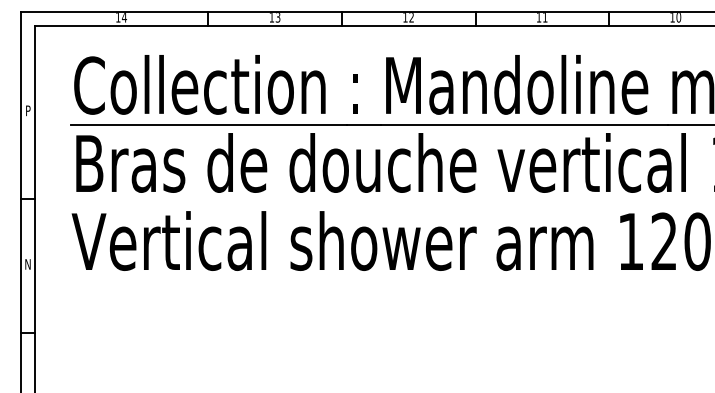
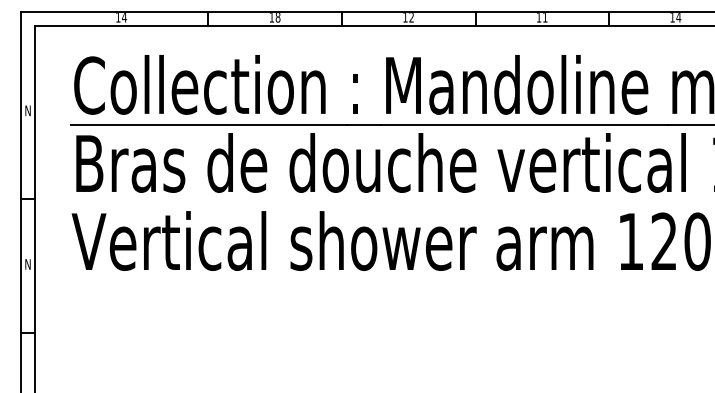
text at (277, 17): 13 -> 18
text at (678, 17): 10 -> 14
text at (27, 110): P -> N
